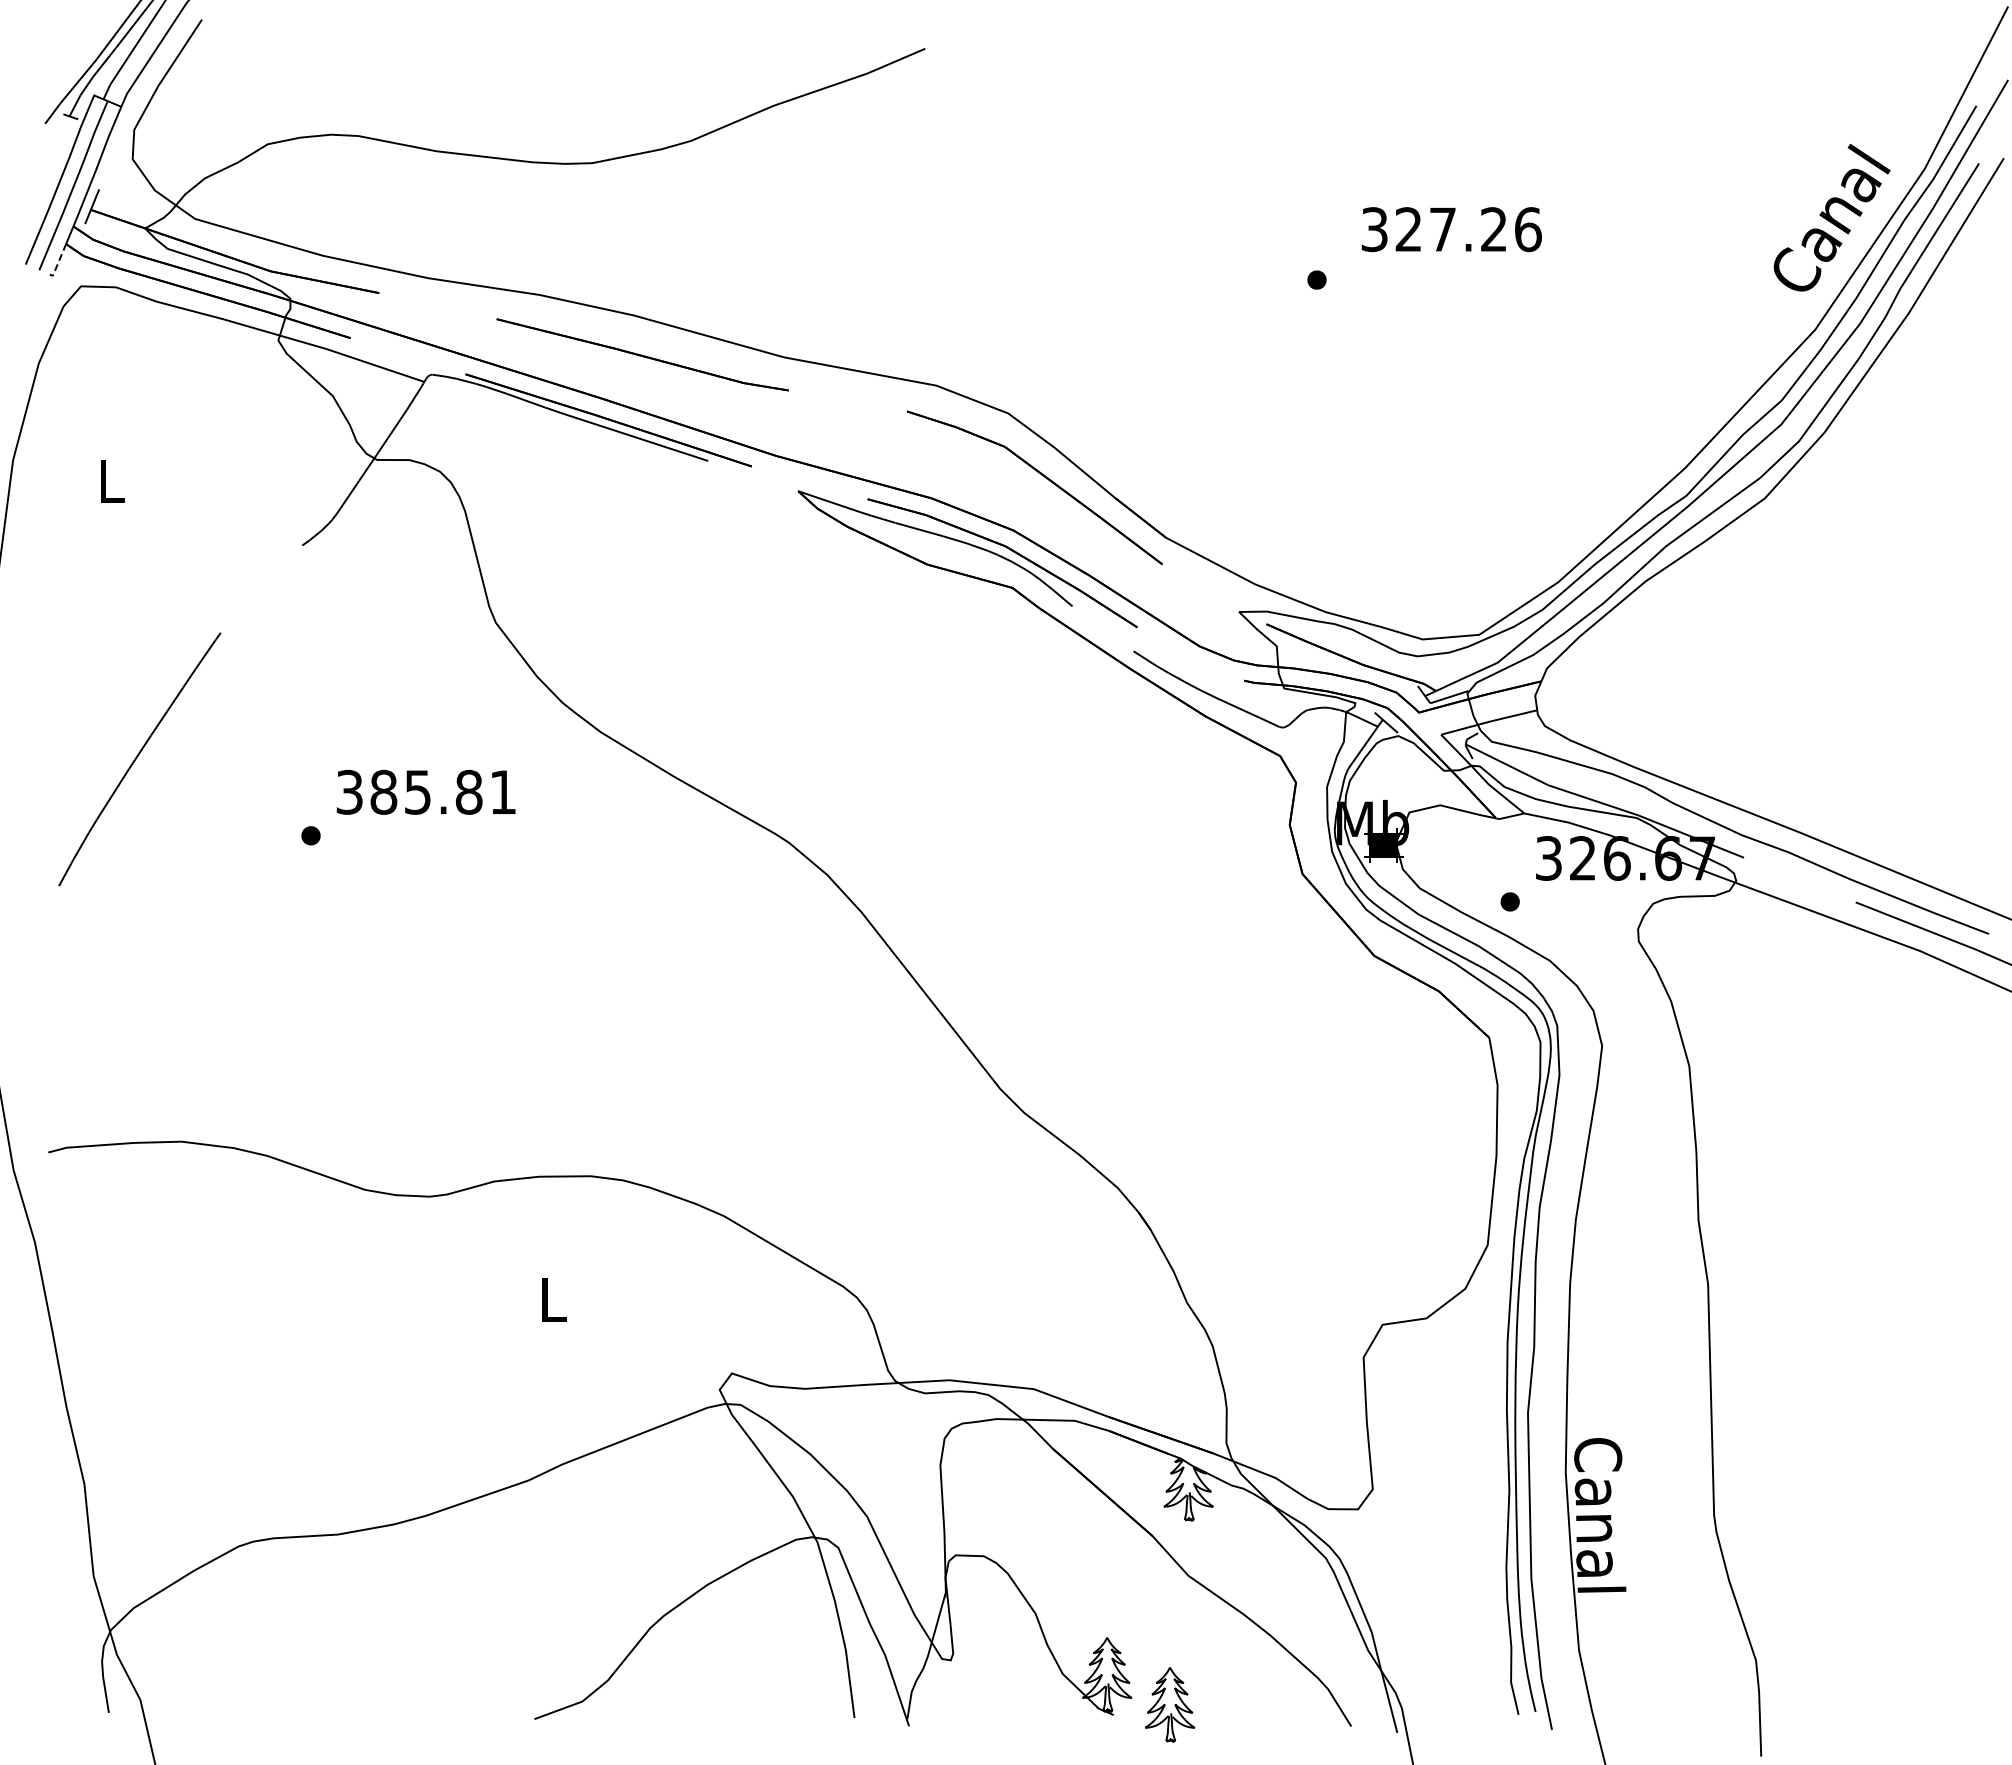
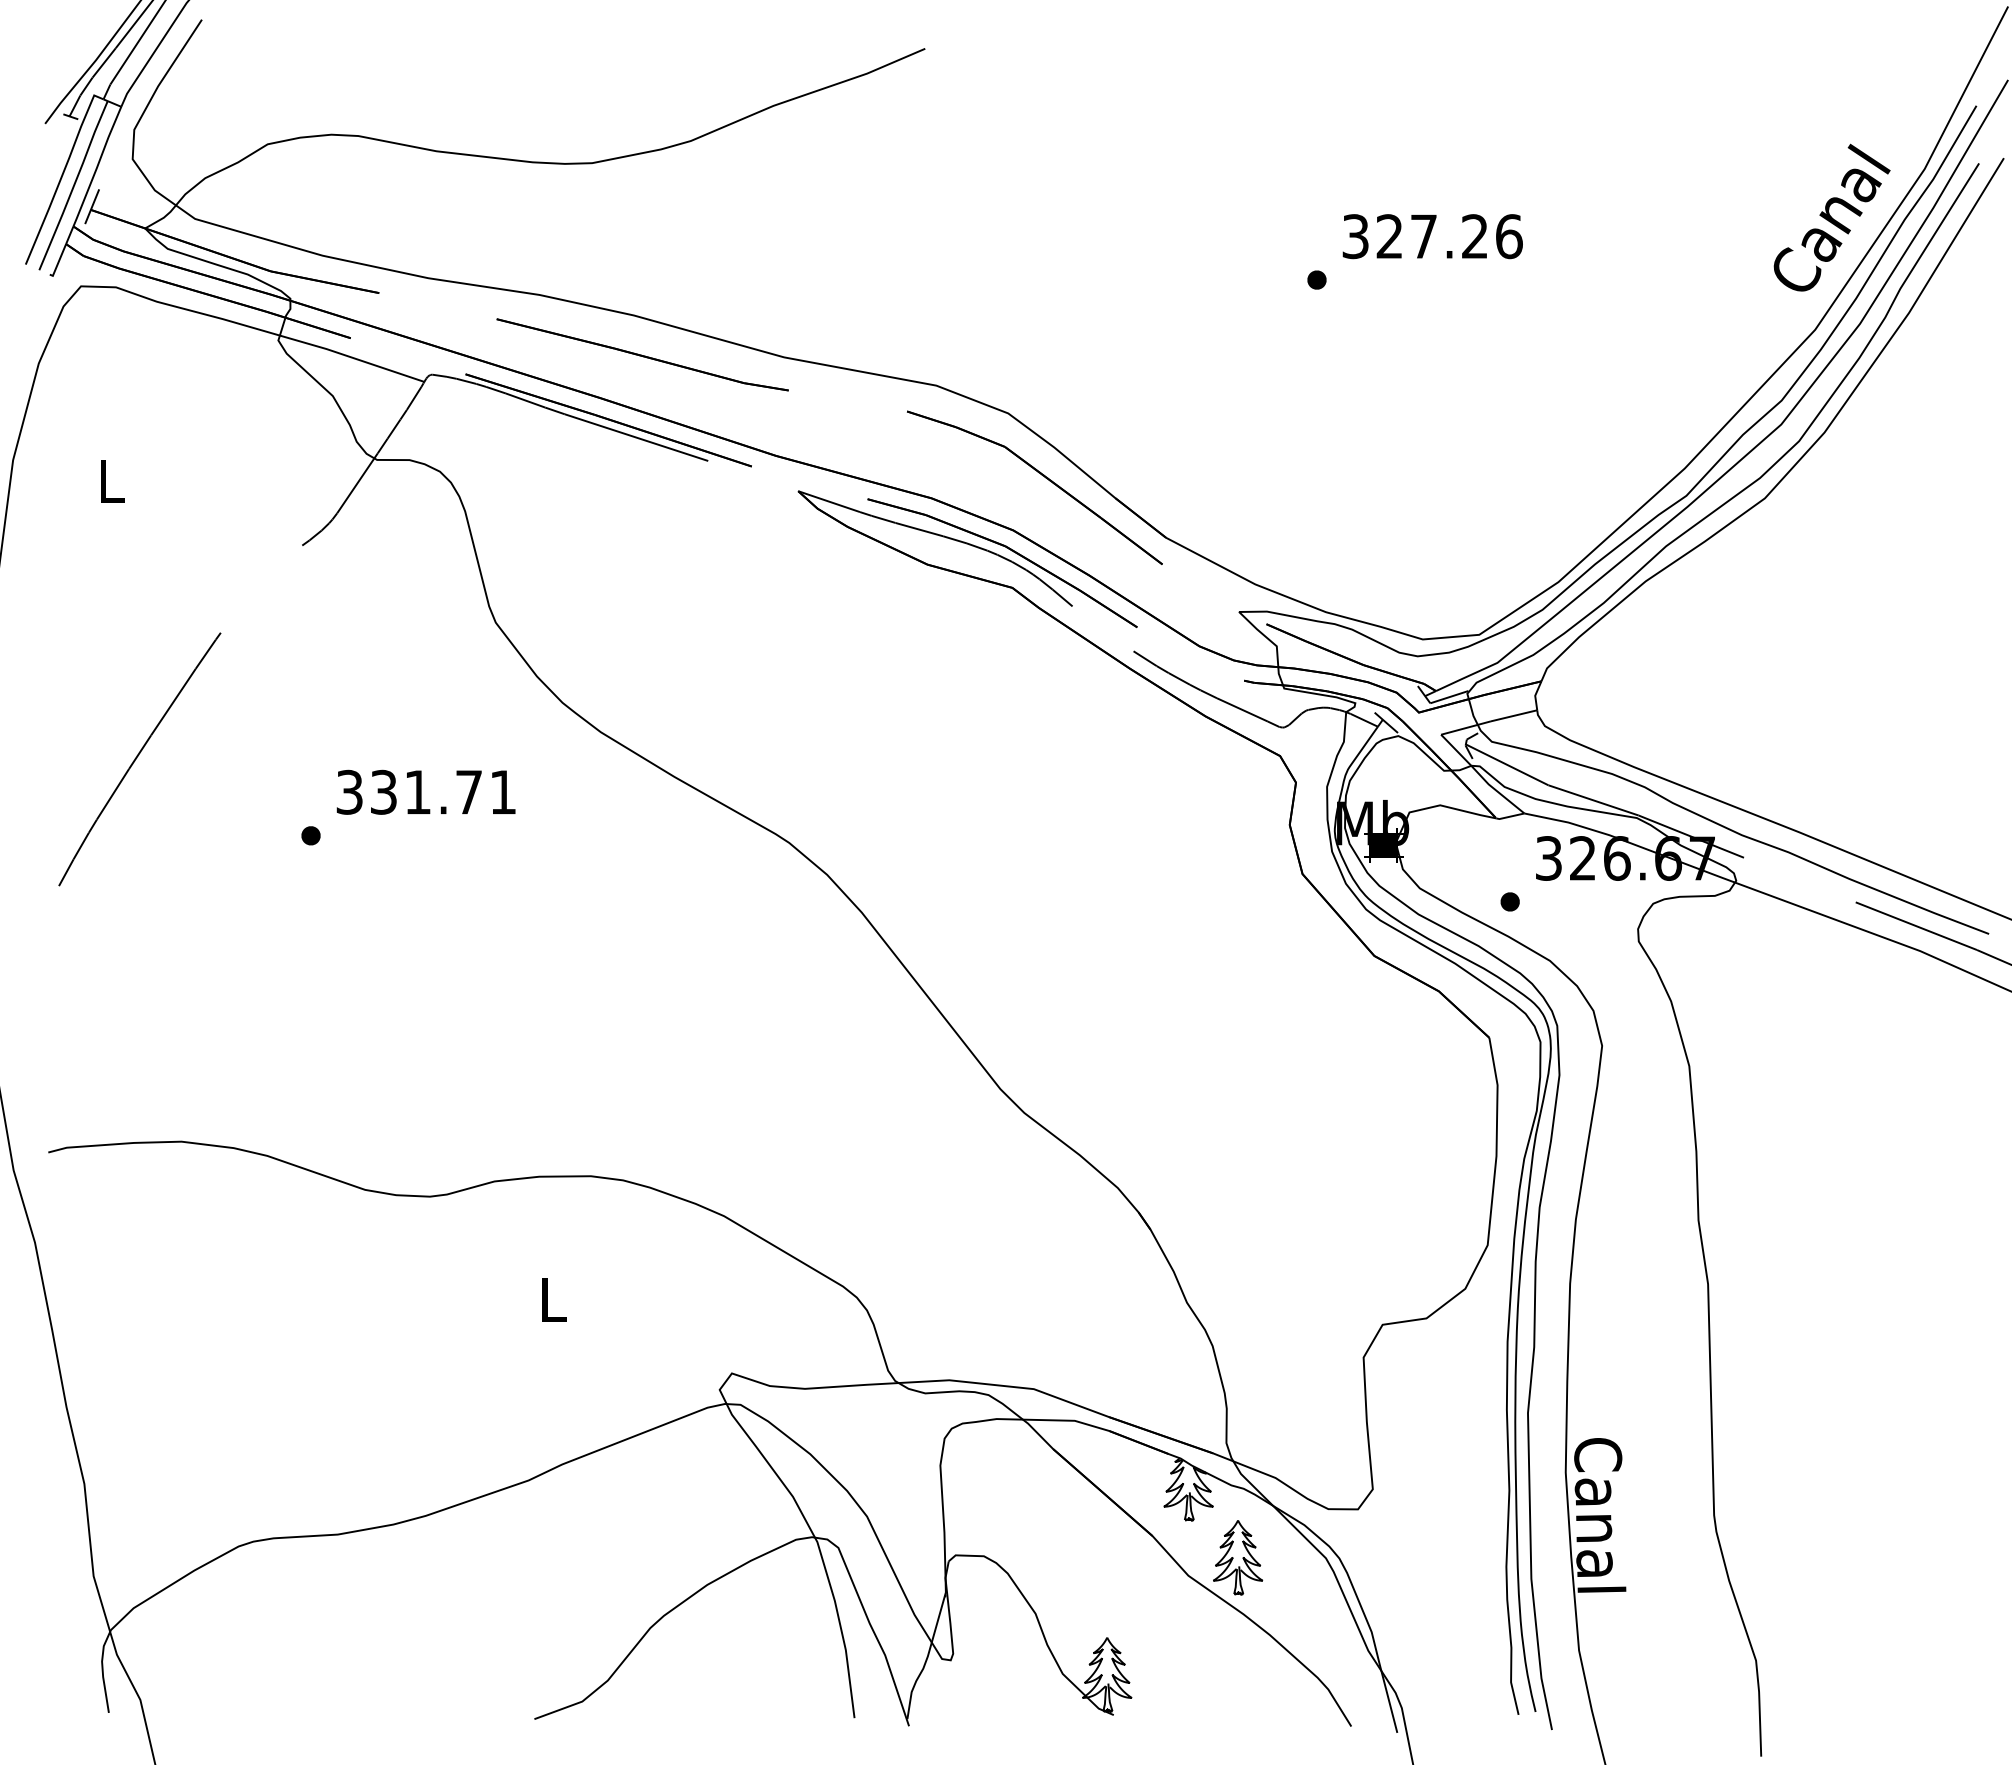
text at (1451, 229) position: (1451, 229) -> (1432, 236)
line at (58, 262): dashed -> solid
text at (426, 791): 385.81 -> 331.71
part at (1170, 1704) position: (1170, 1704) -> (1238, 1557)
